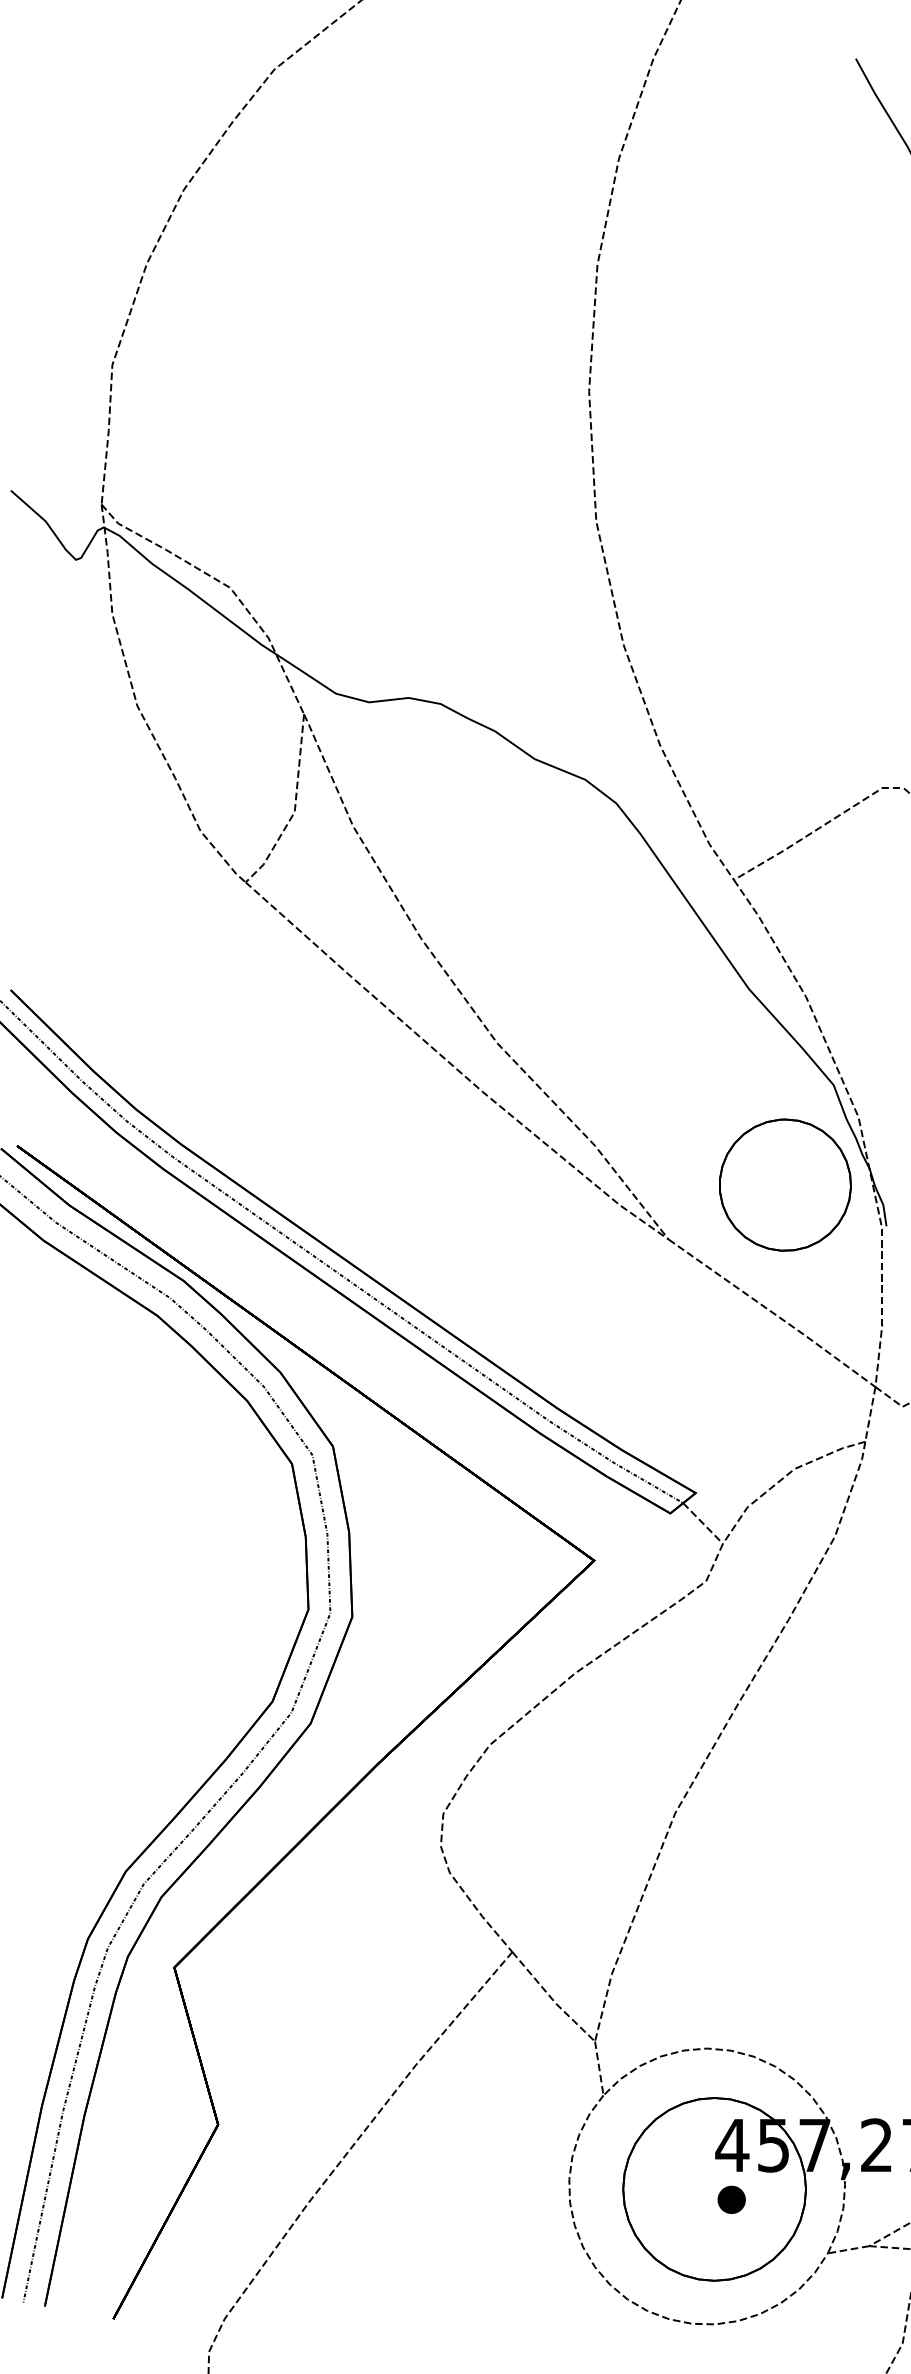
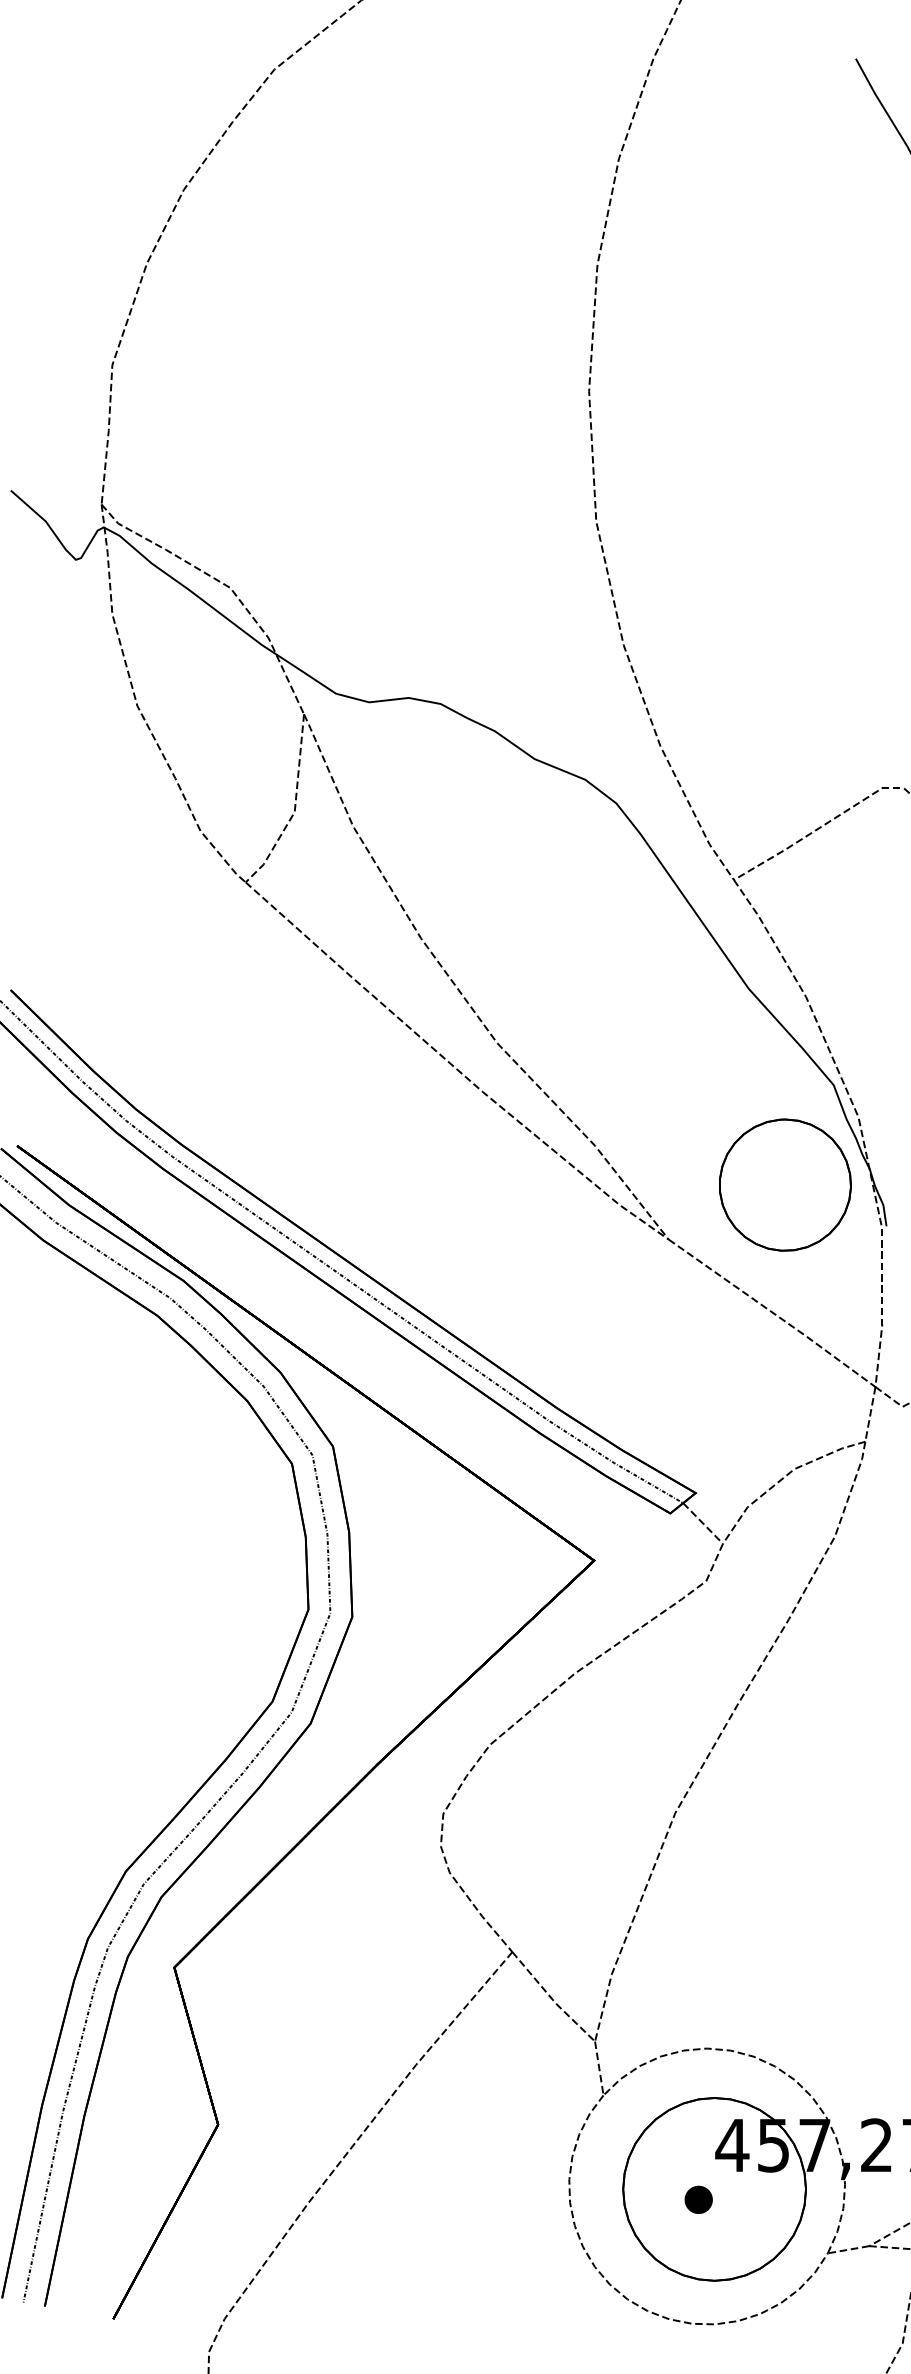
part at (731, 2199) position: (731, 2199) -> (698, 2199)
